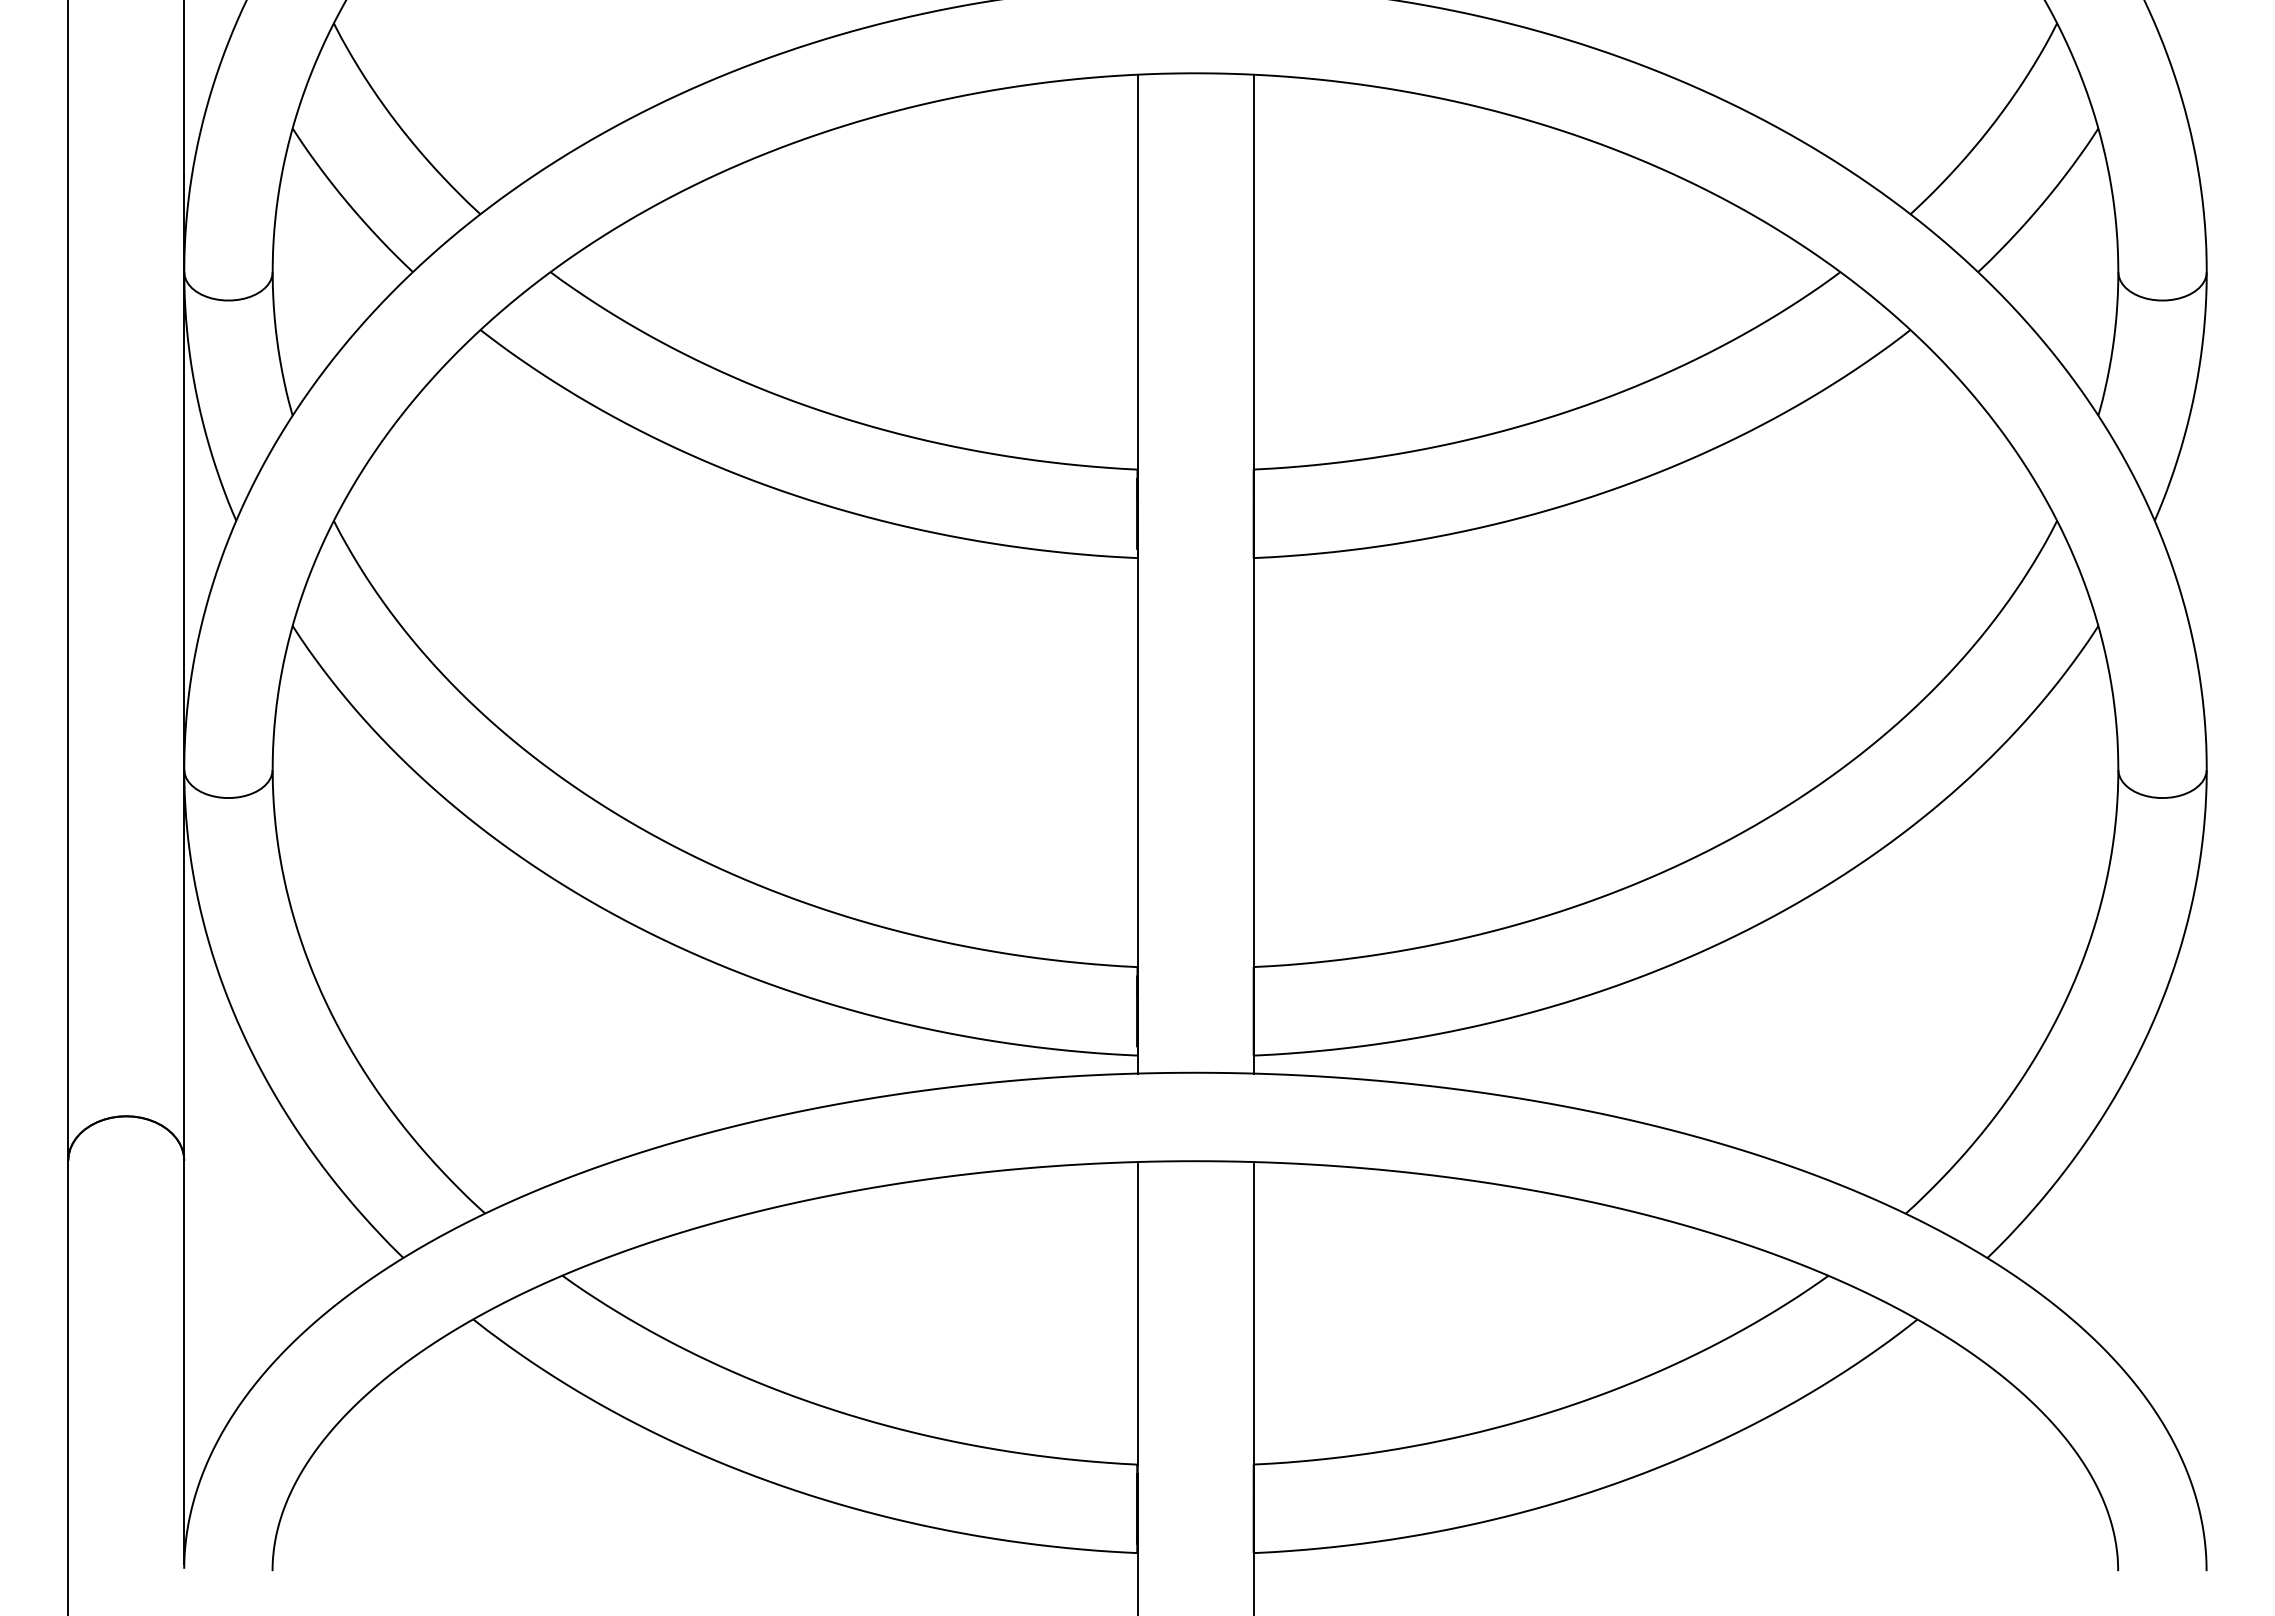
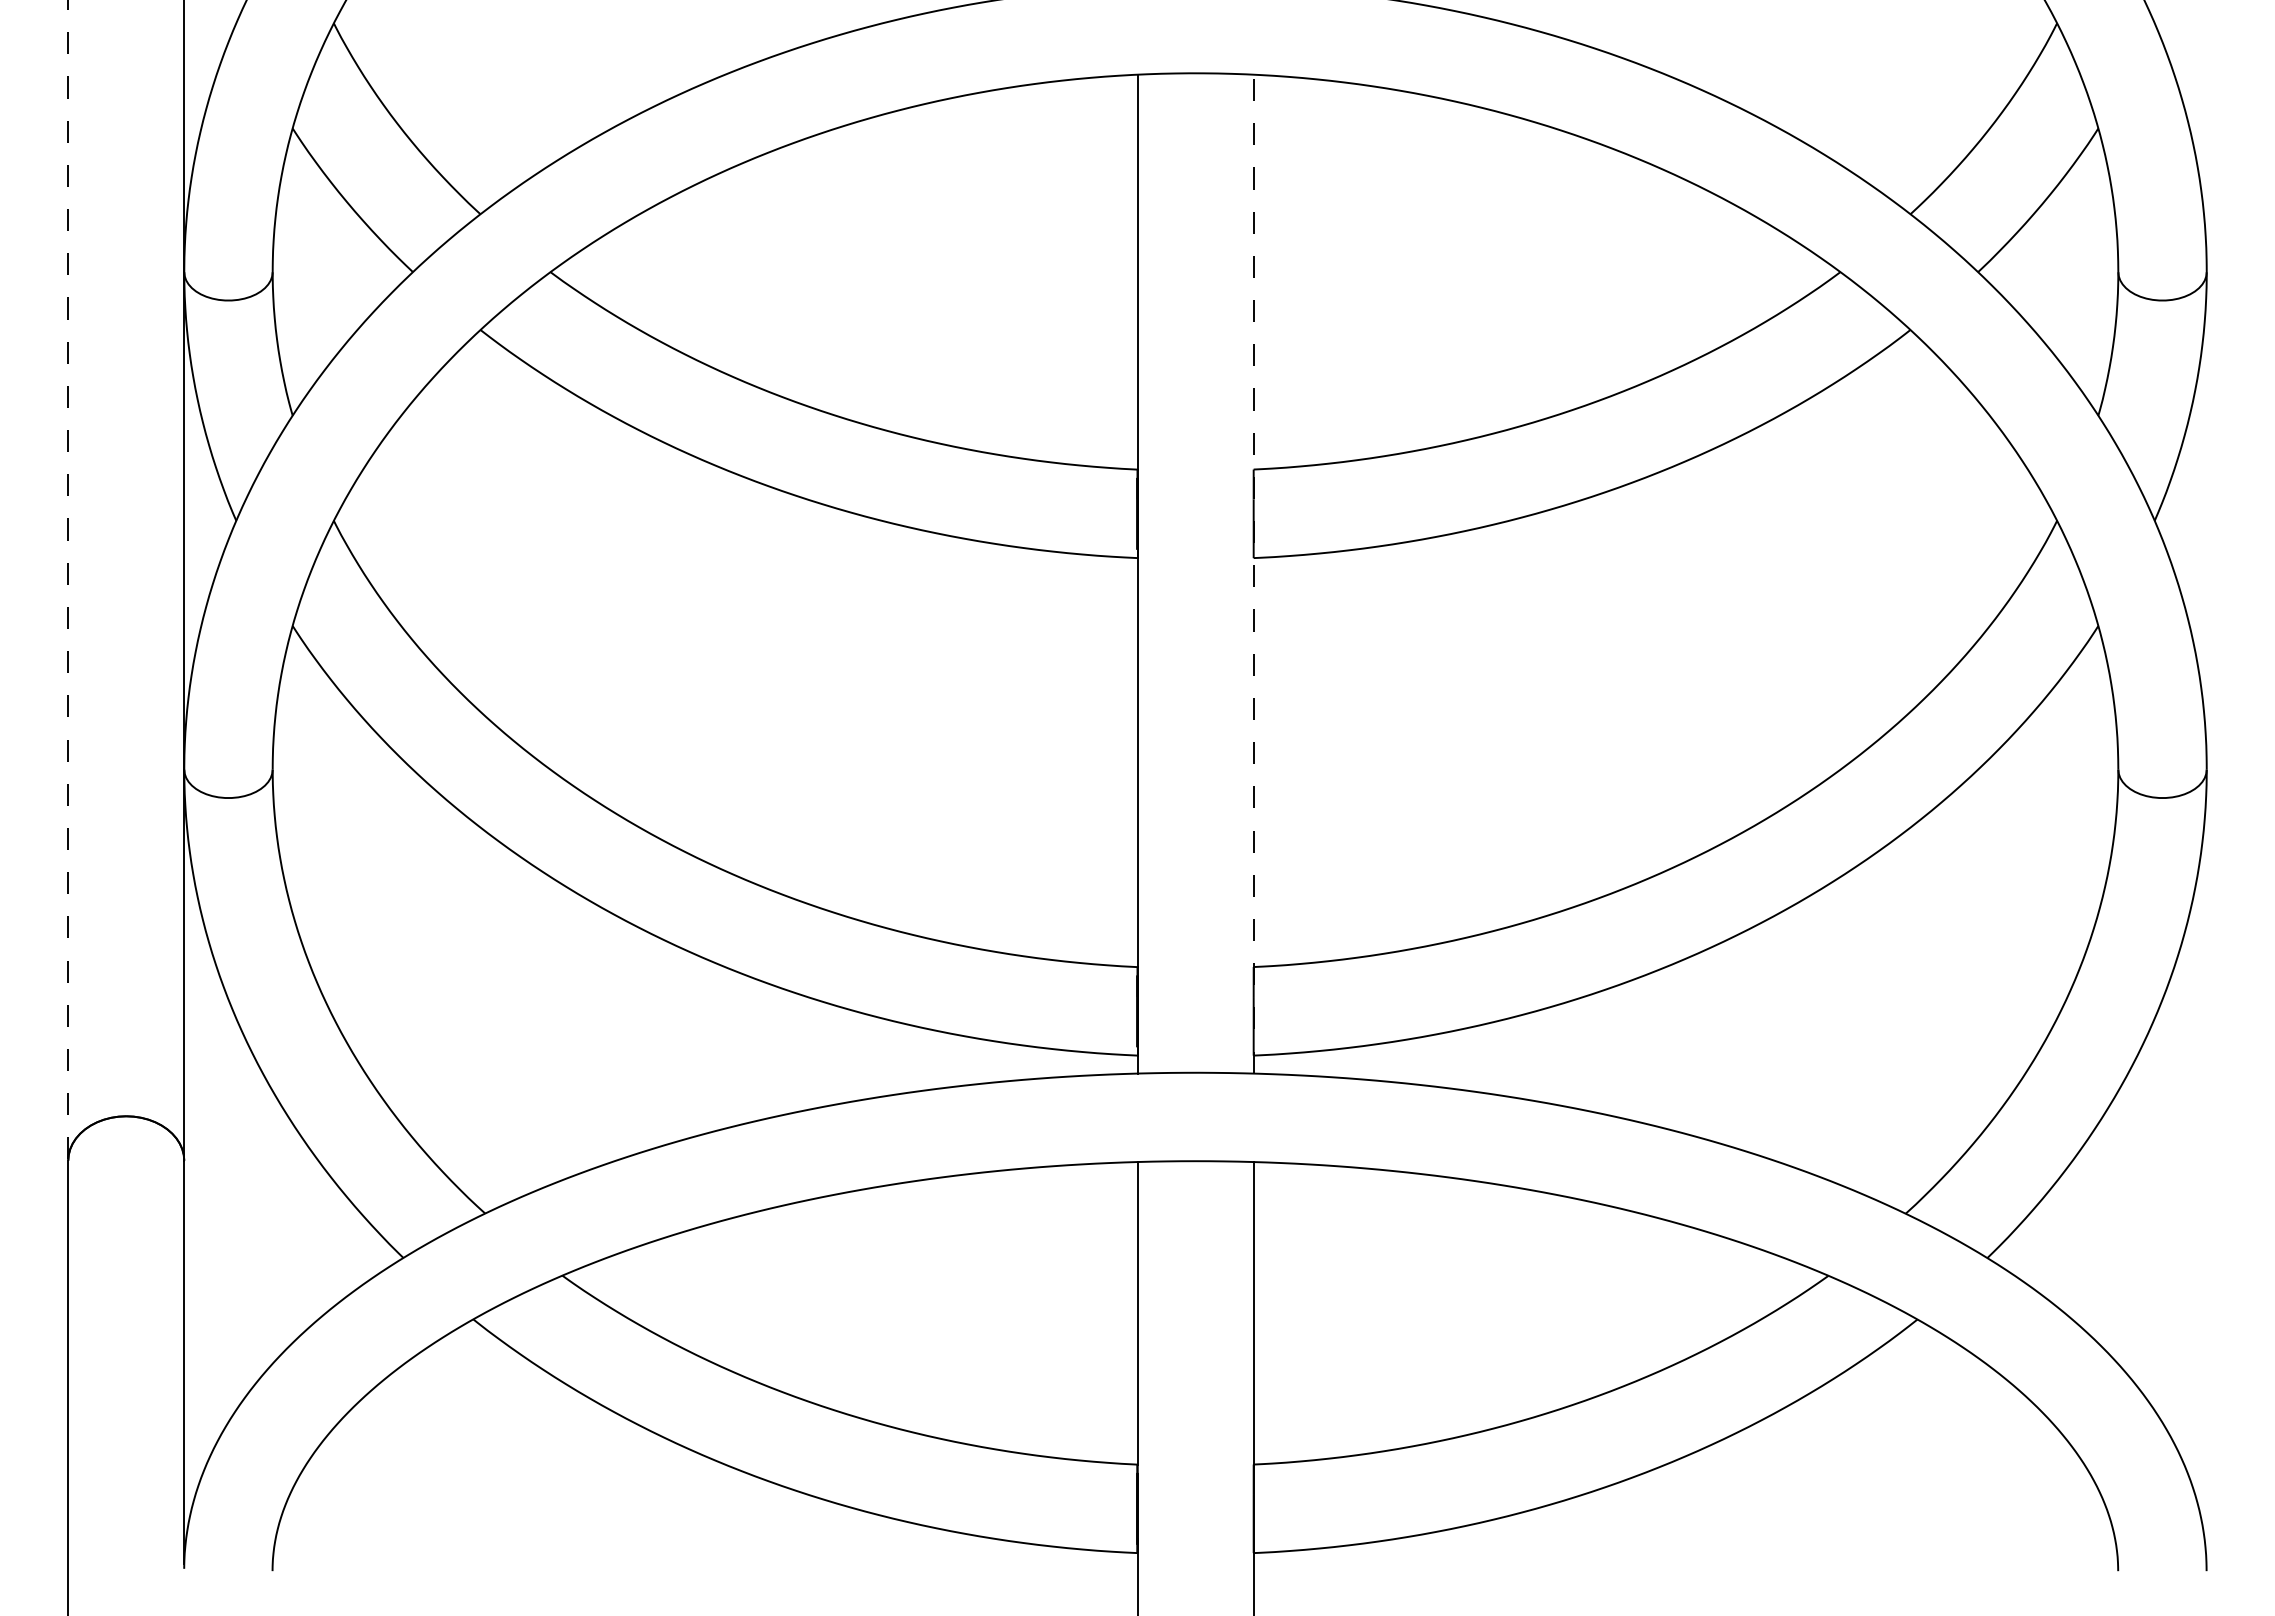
line at (1253, 573): solid -> dashed
line at (68, 581): solid -> dashed
